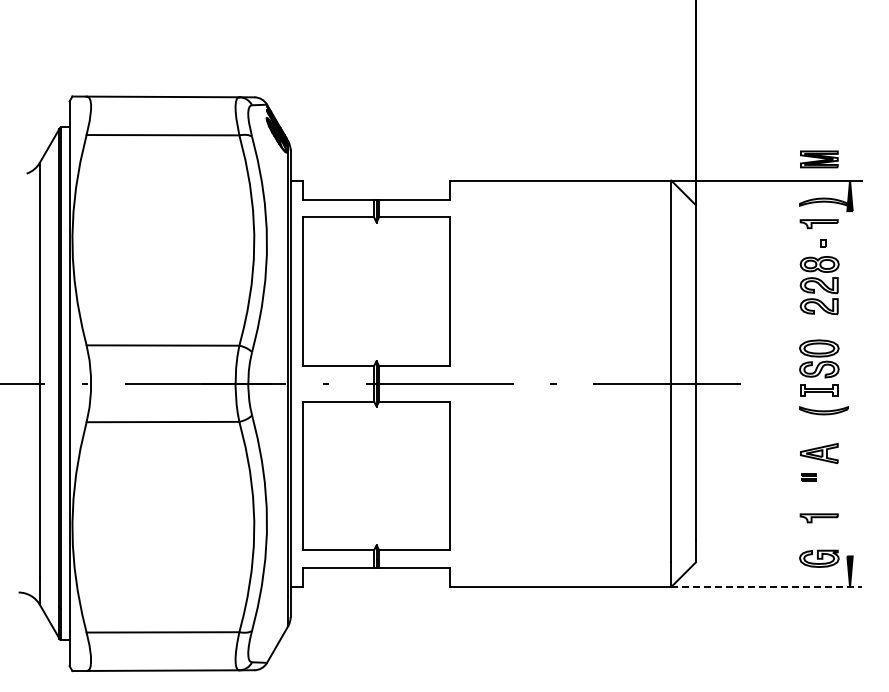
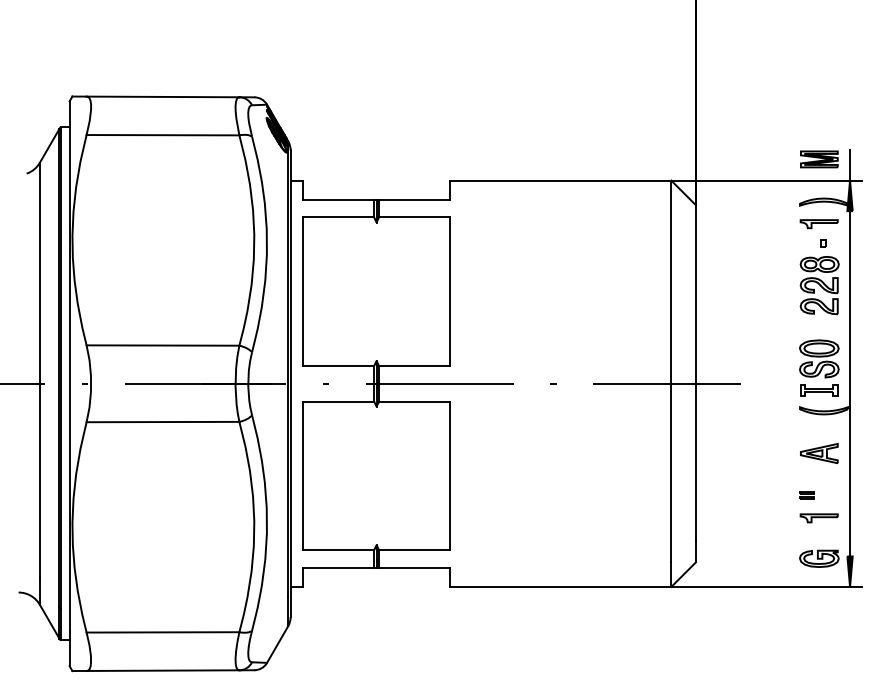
line at (850, 164): none -> present
line at (850, 383): none -> present
part at (808, 477) position: (808, 477) -> (806, 495)
line at (766, 587): dashed -> solid
